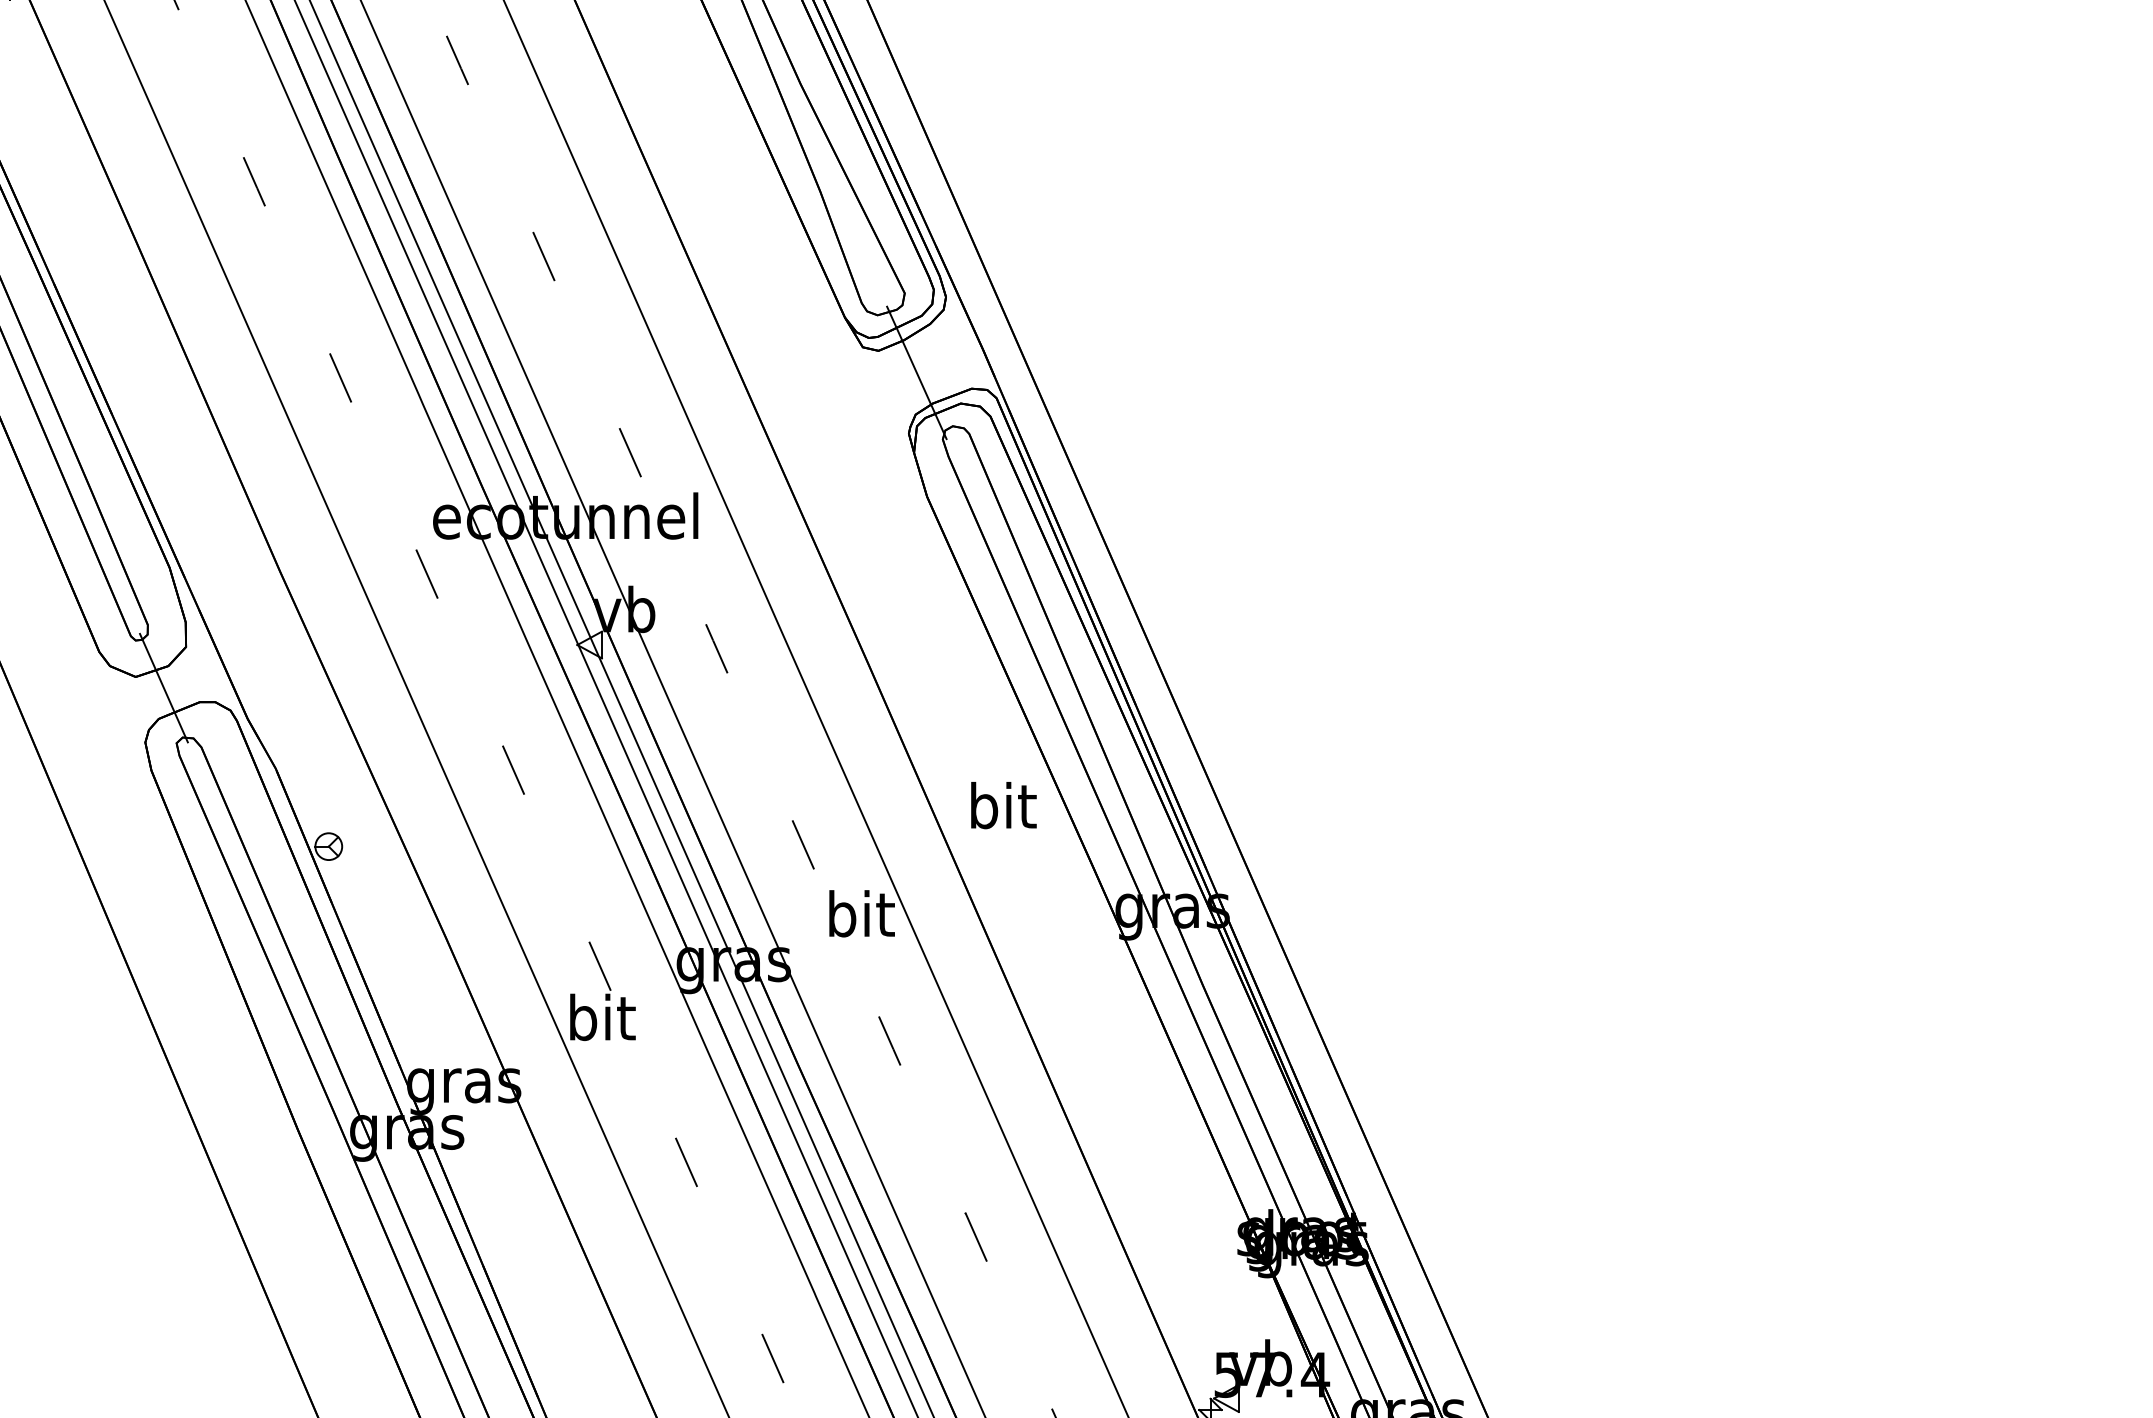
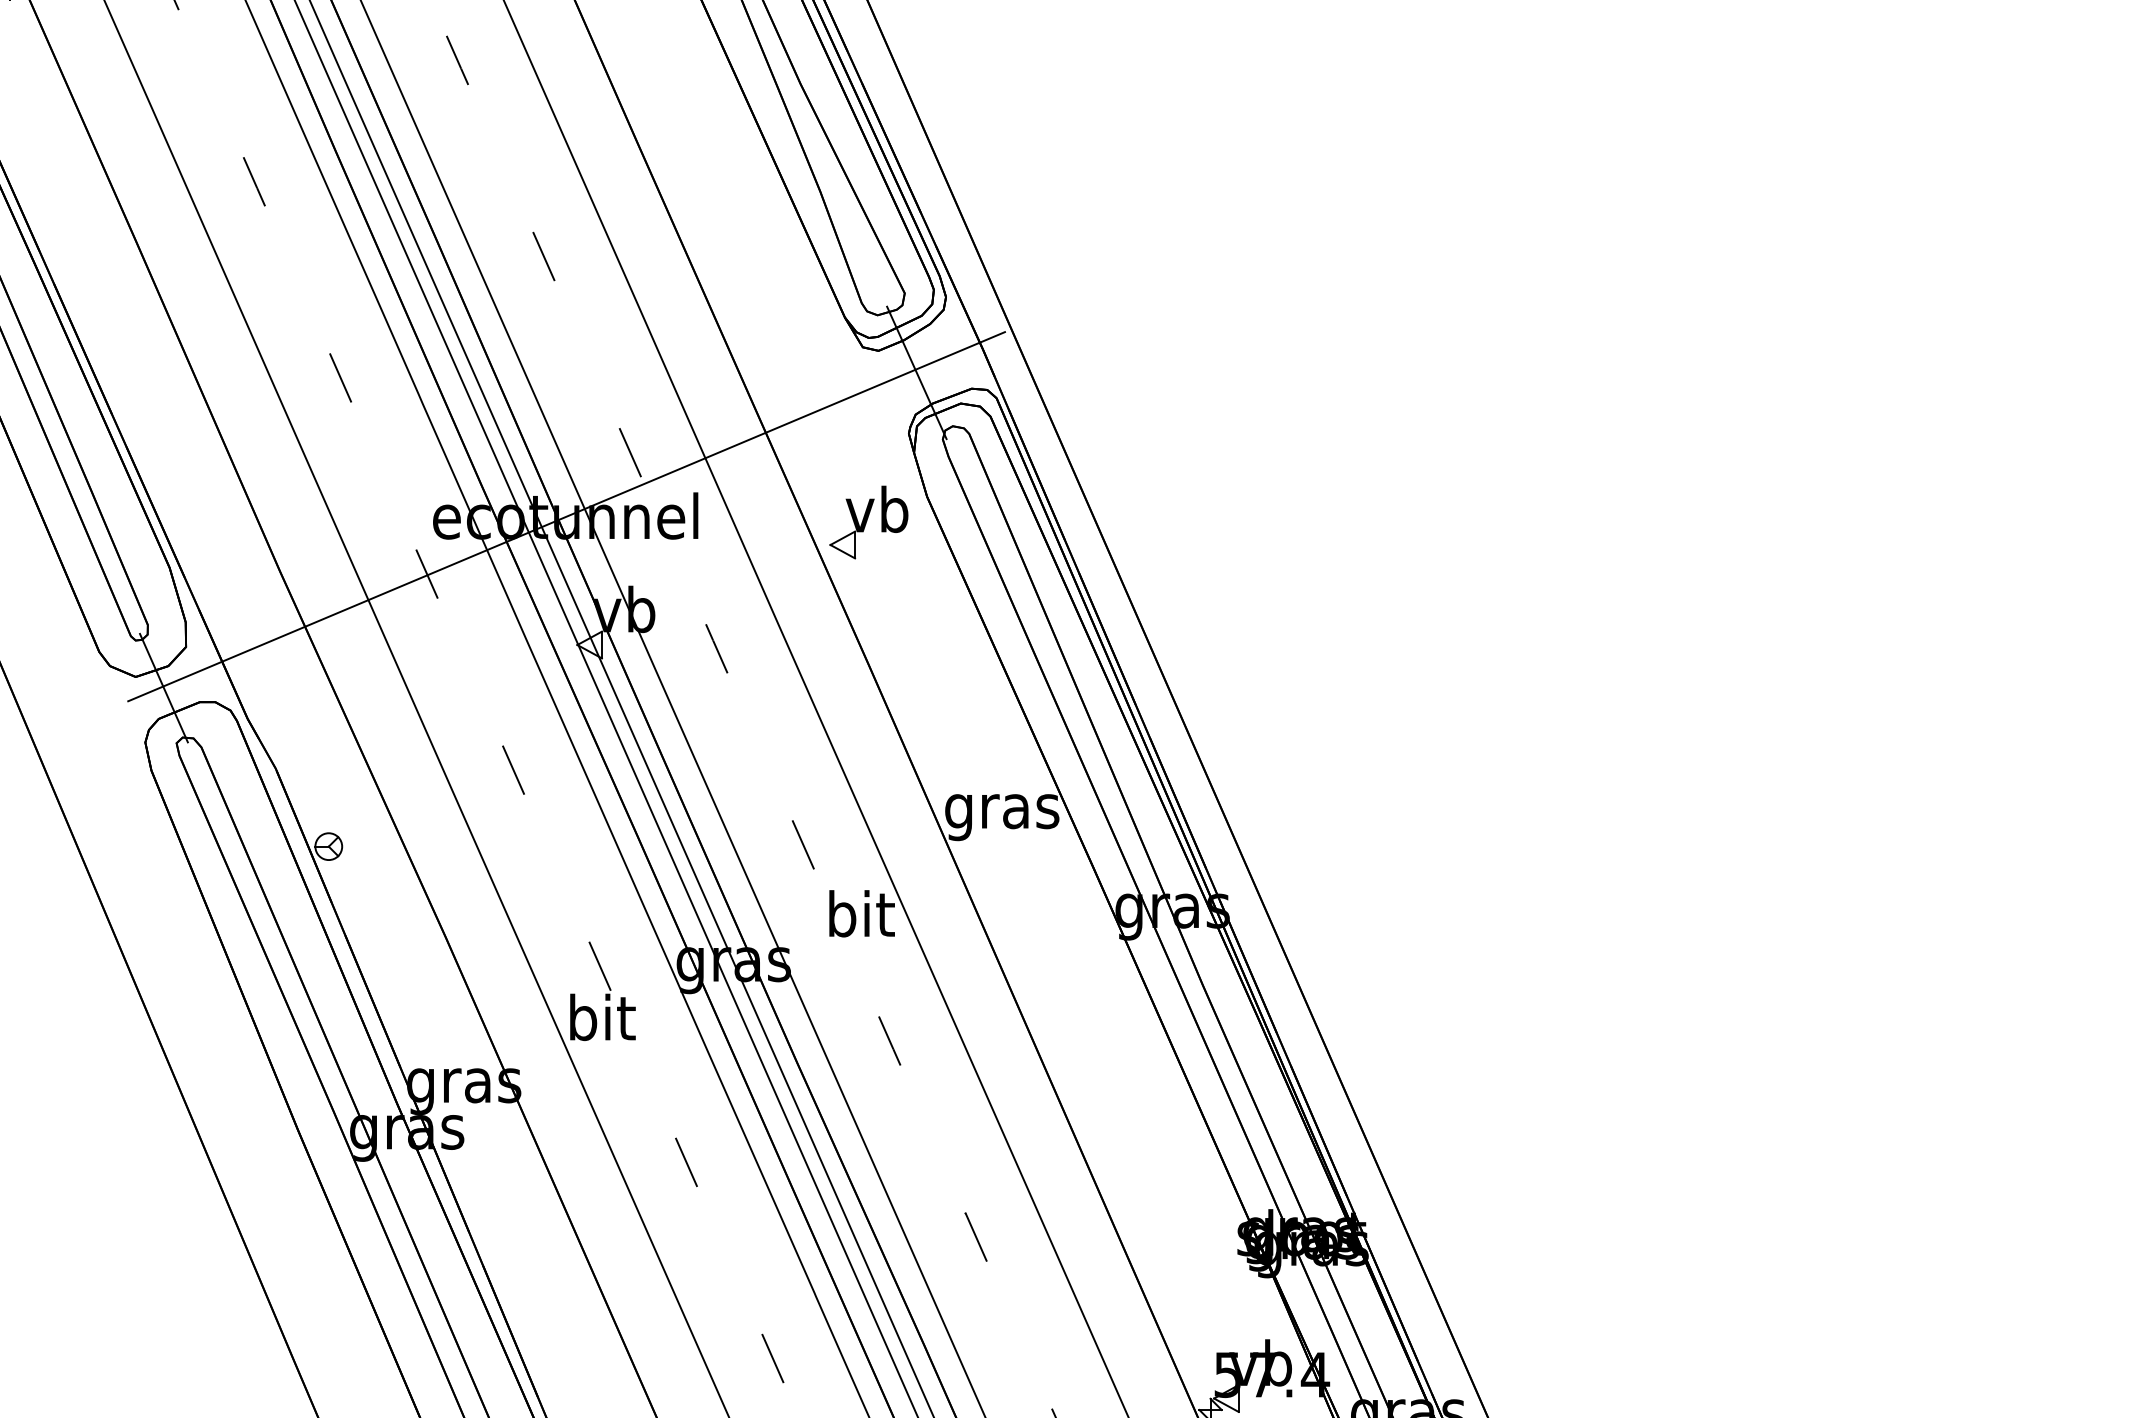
line at (566, 516): none -> present
part at (868, 522): none -> present
text at (1002, 811): bit -> gras
